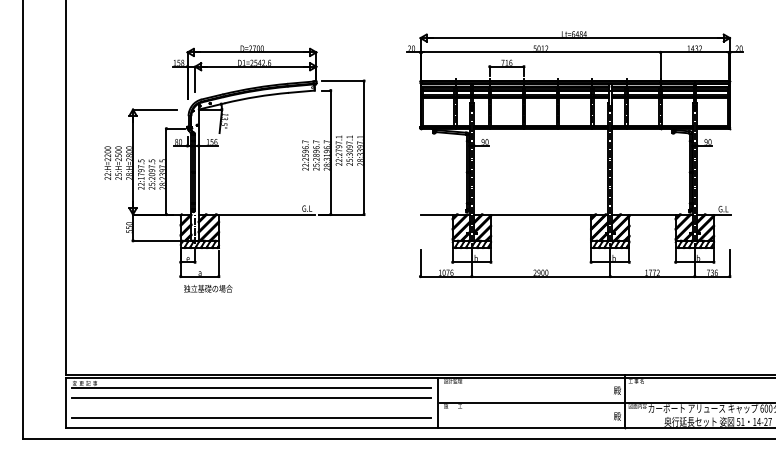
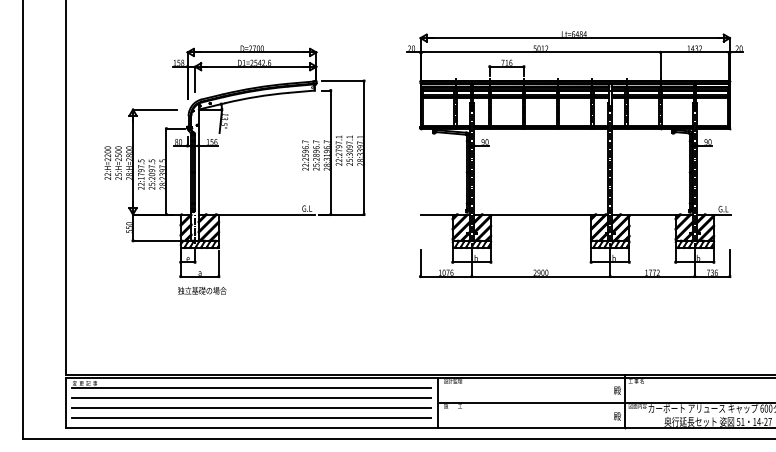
text at (208, 288) position: (208, 288) -> (202, 290)
line at (251, 407): none -> present
